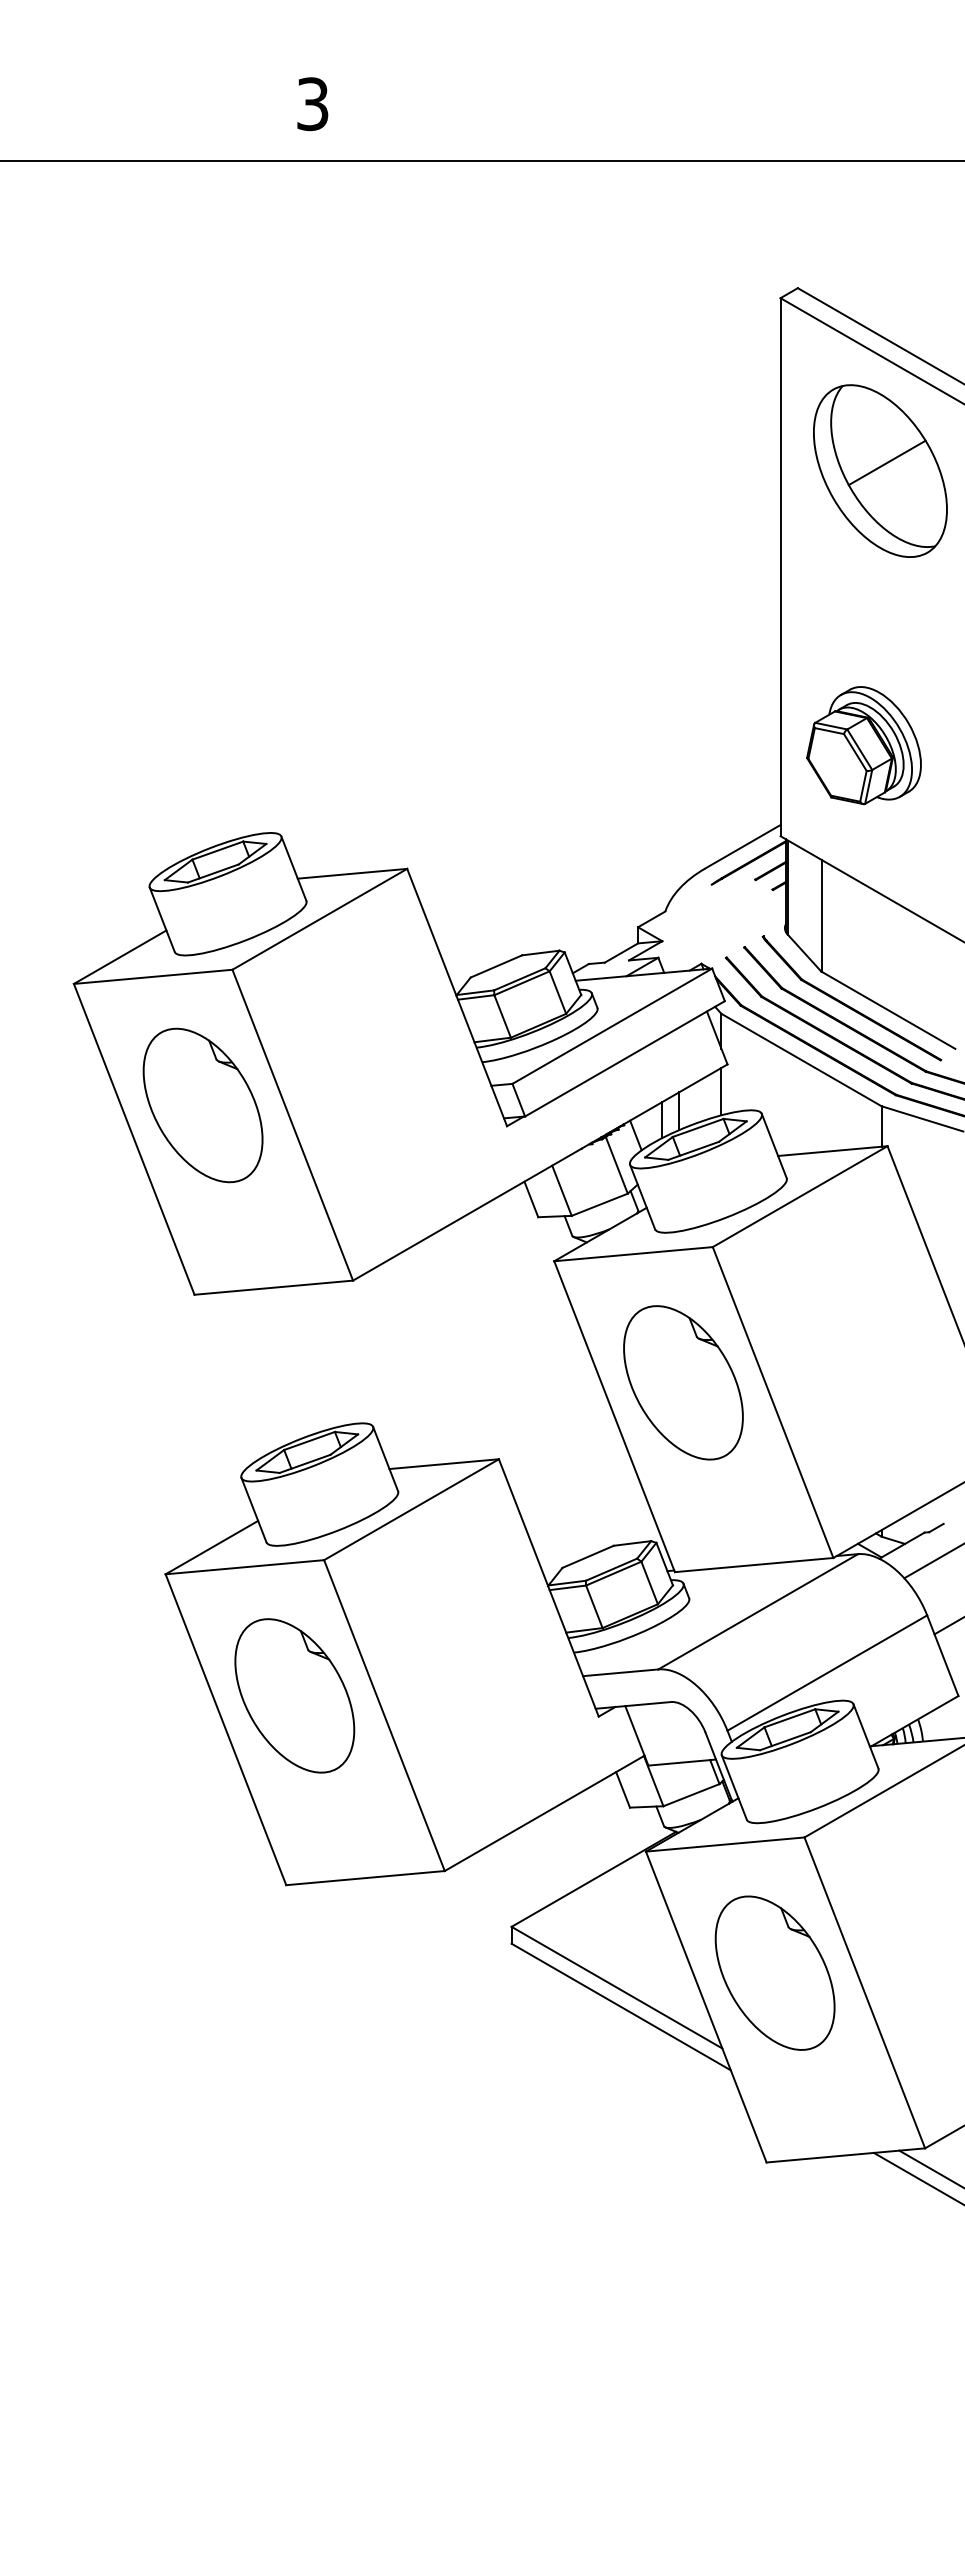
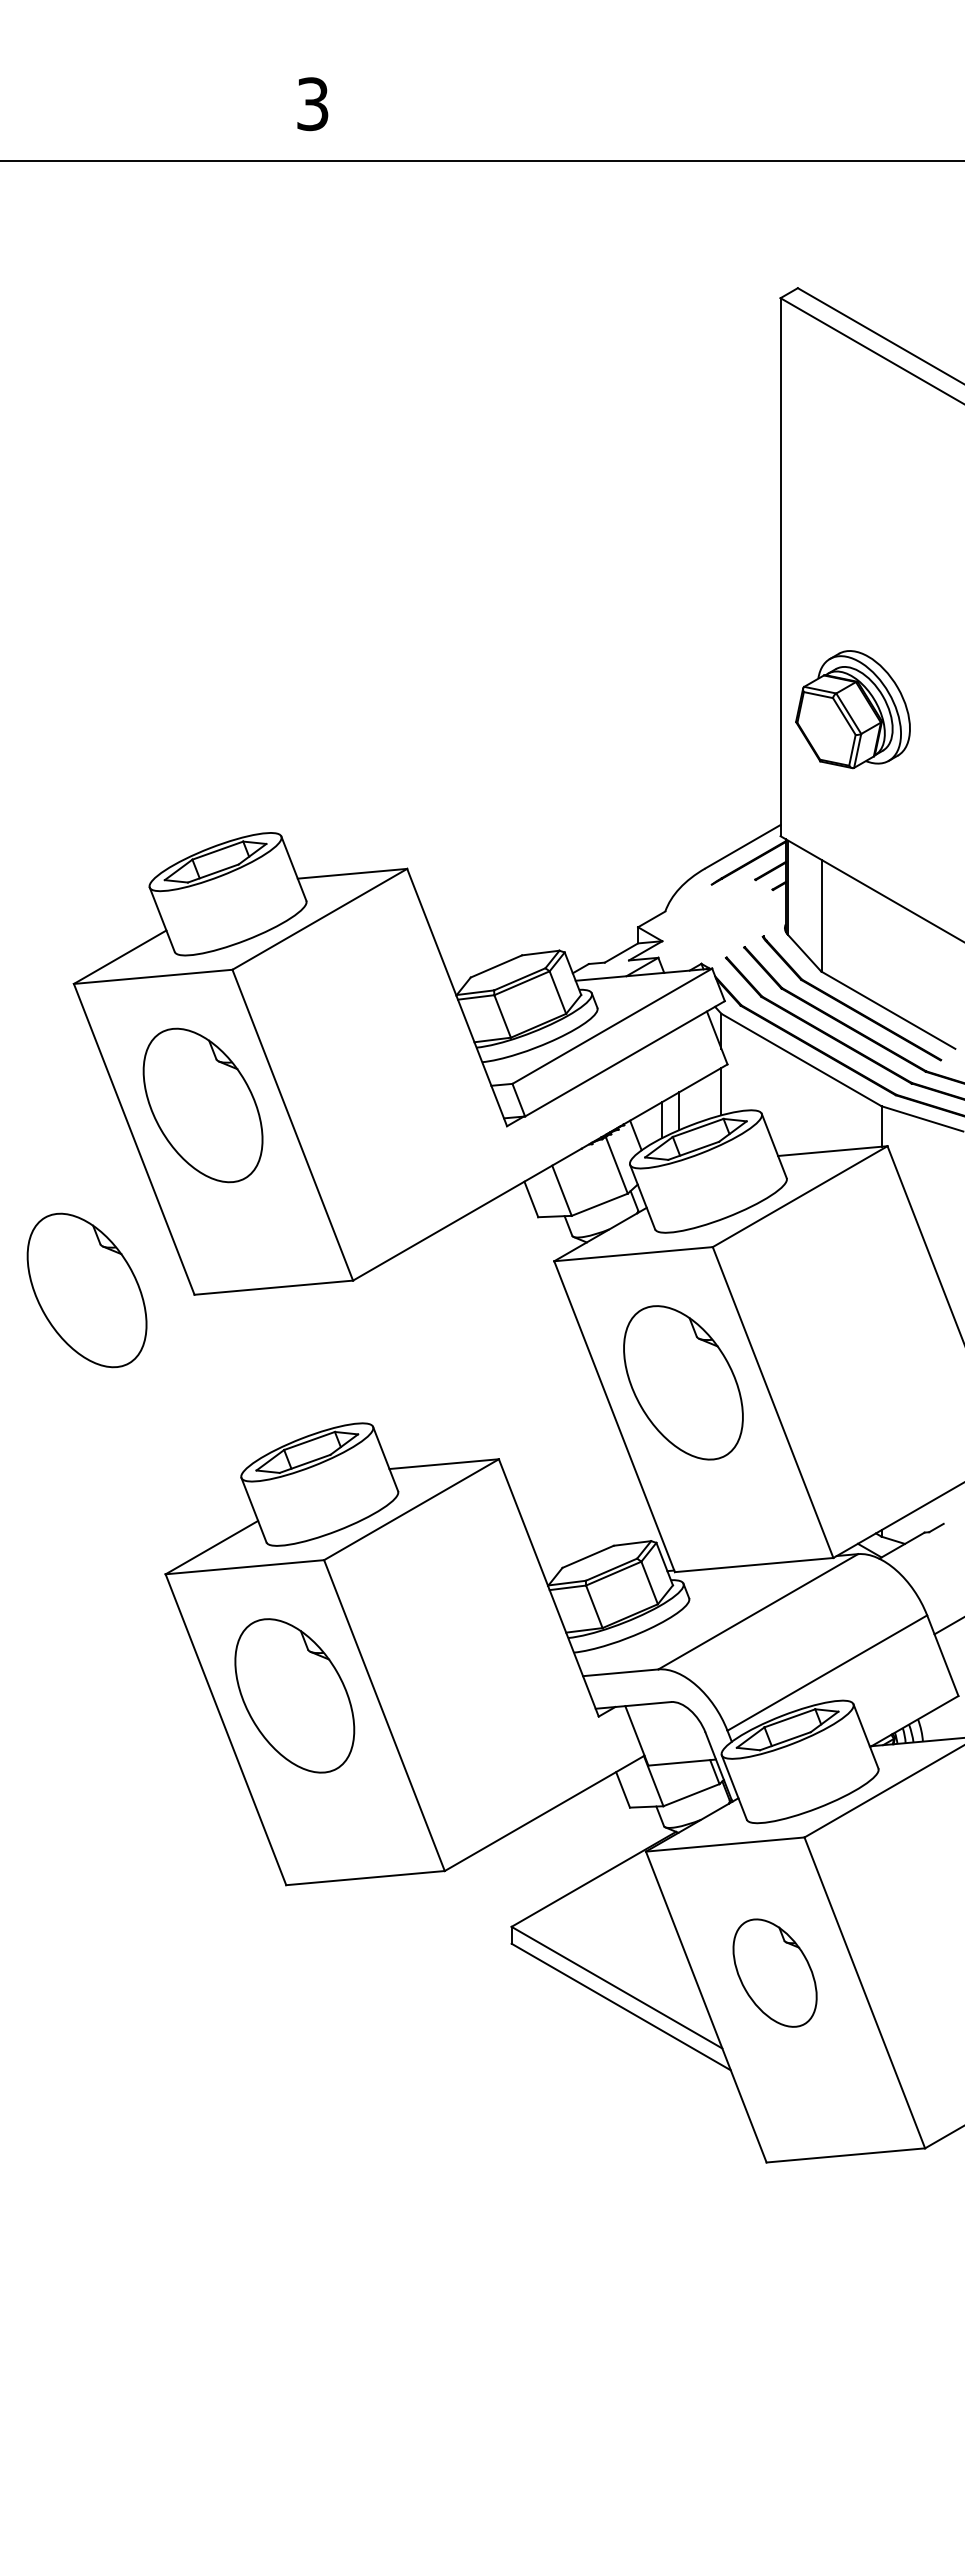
part at (880, 470): present -> none
part at (863, 745) position: (863, 745) -> (852, 709)
part at (86, 1290): none -> present
line at (932, 1561): present -> none
part at (774, 1972) size: 122x156 px -> 86x110 px
line at (930, 2168): present -> none
line at (917, 2177): present -> none
